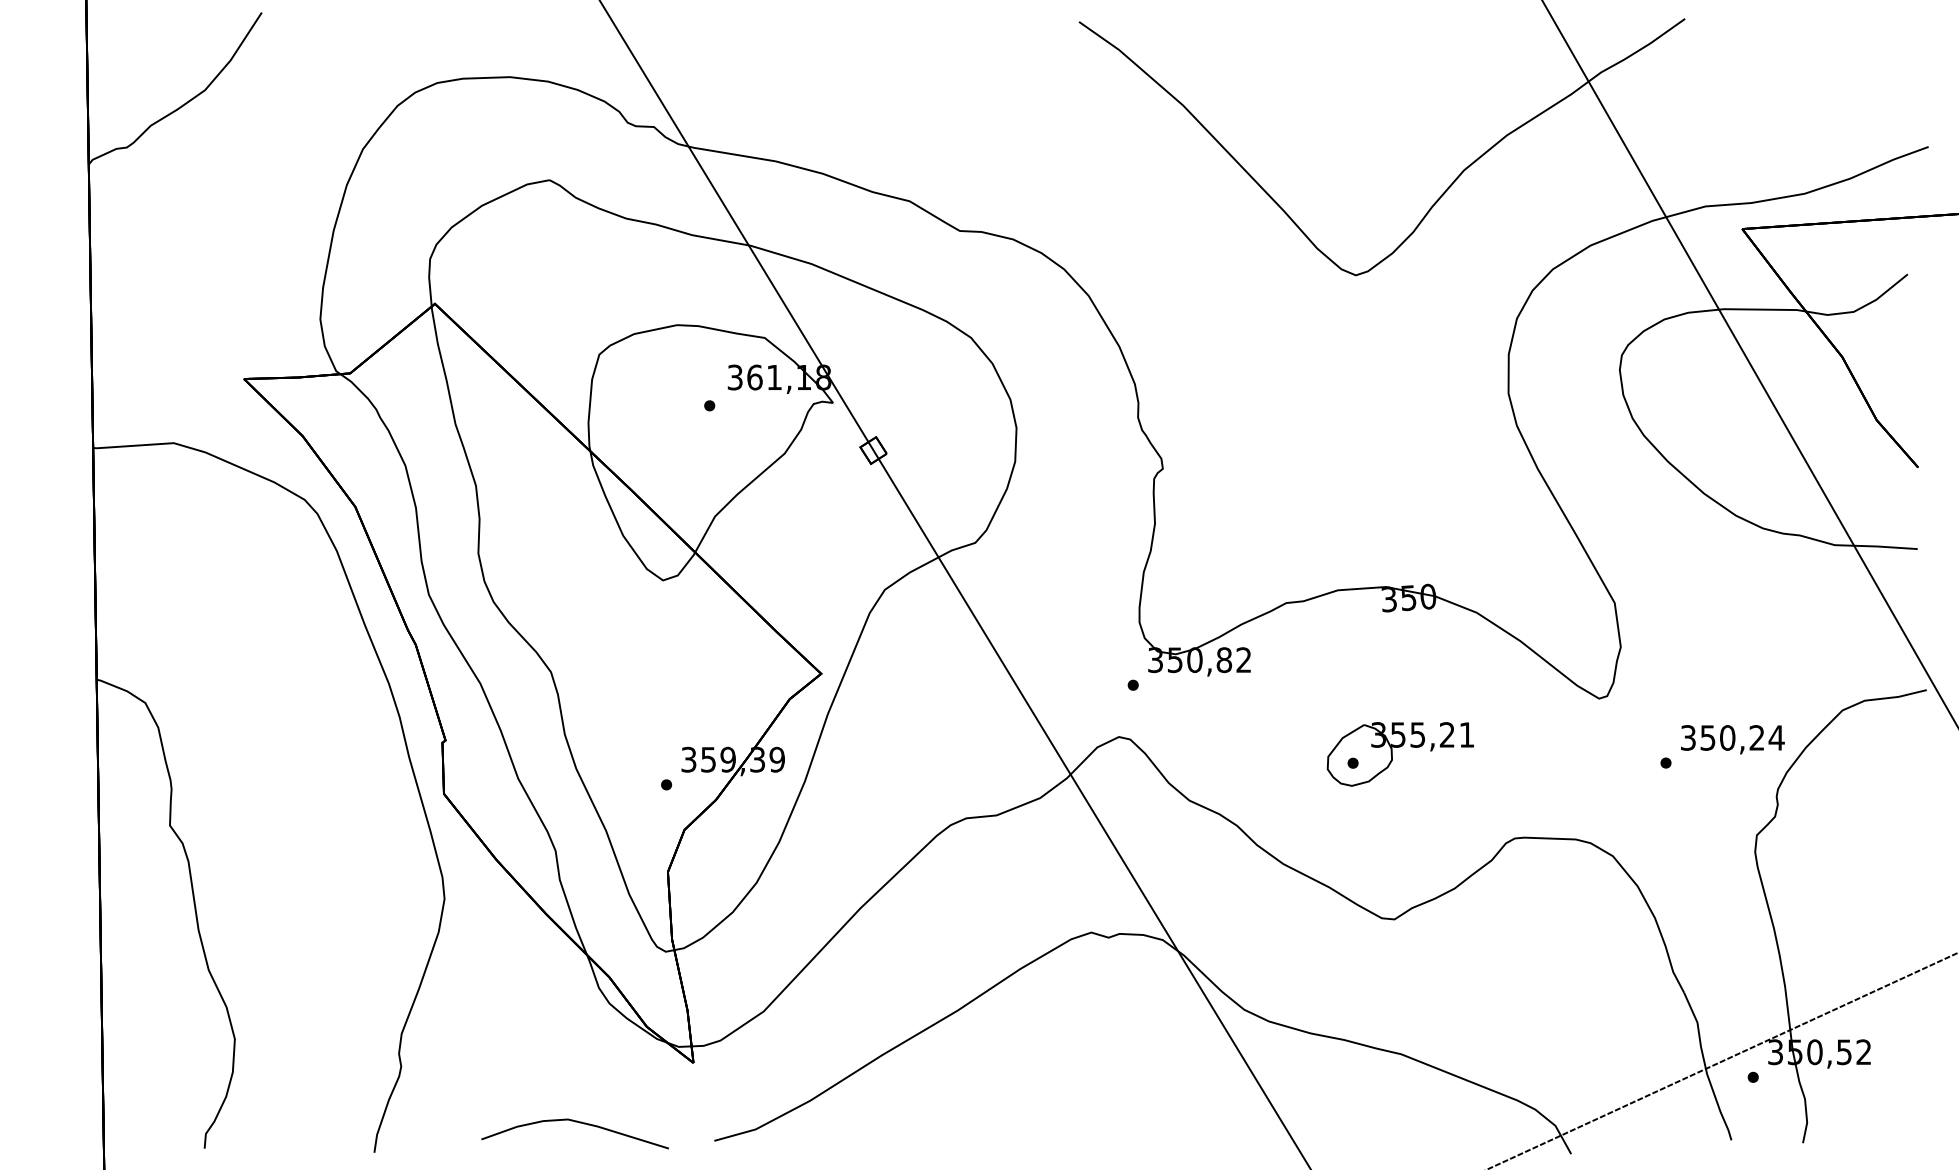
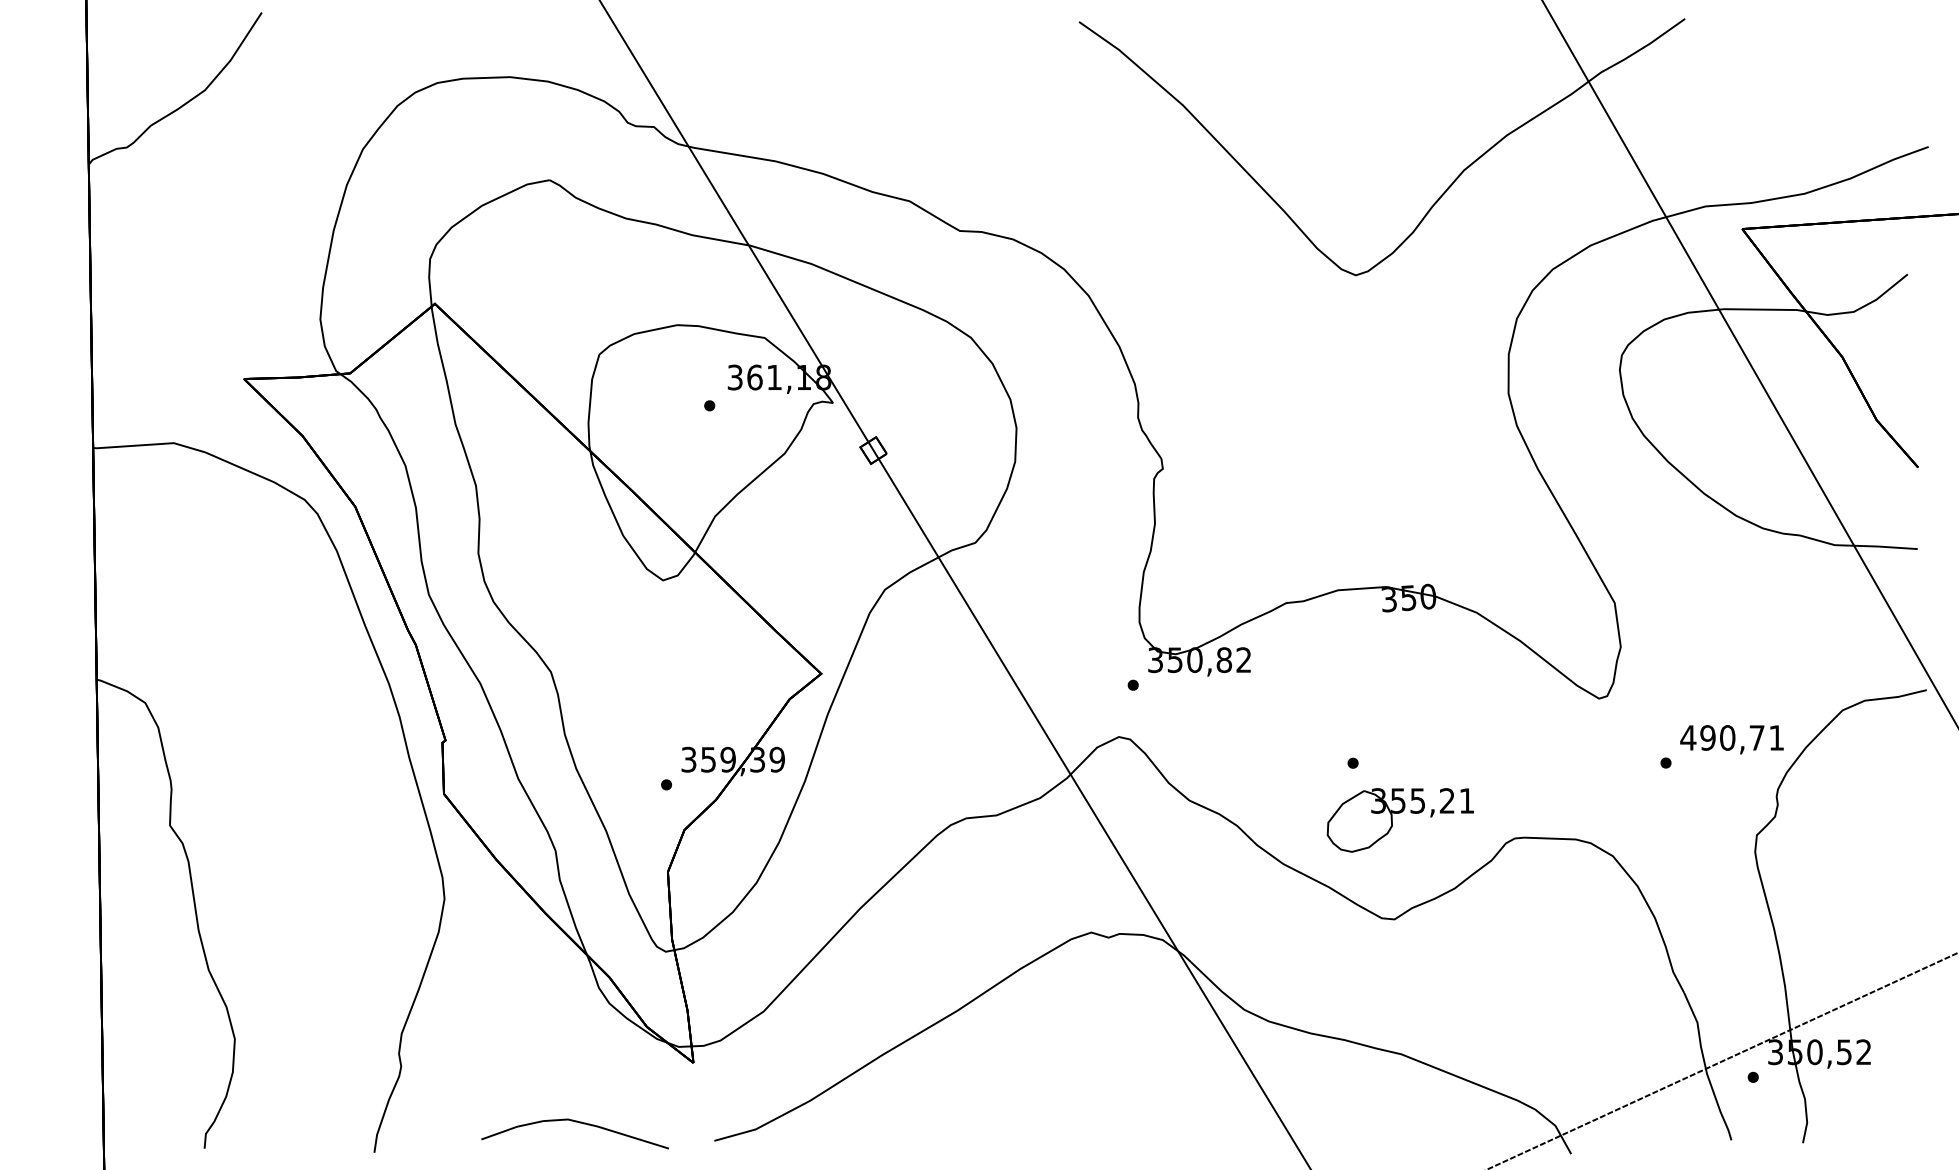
text at (1732, 737): 350,24 -> 490,71
part at (1399, 747) position: (1399, 747) -> (1399, 813)
